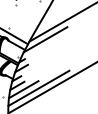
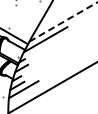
line at (63, 21): solid -> dashed
line at (38, 87): present -> none
